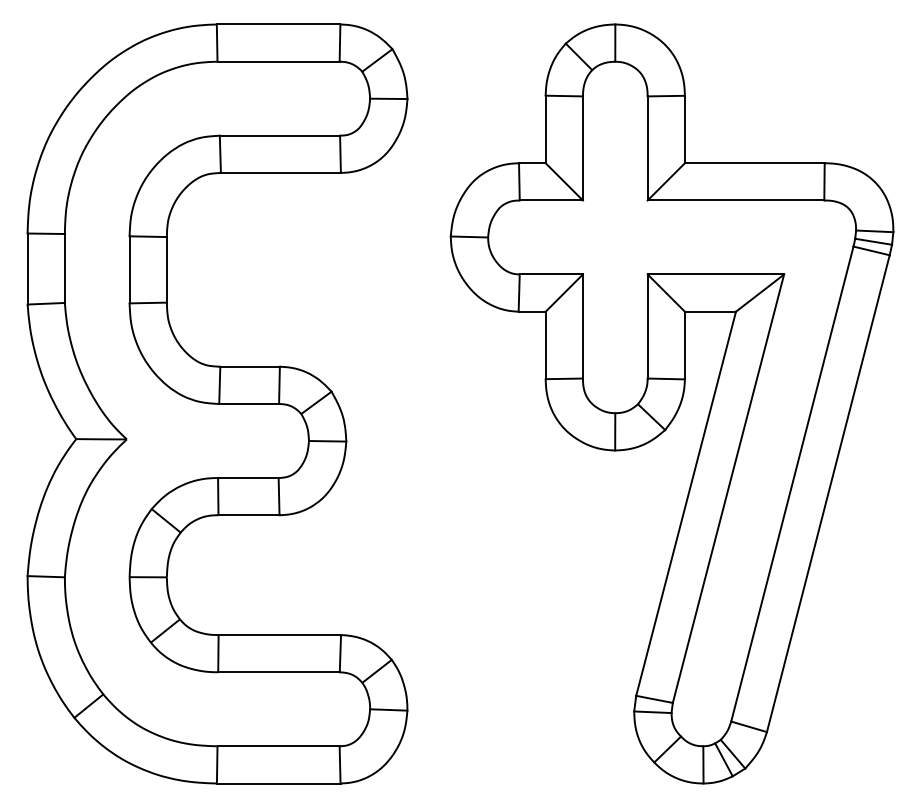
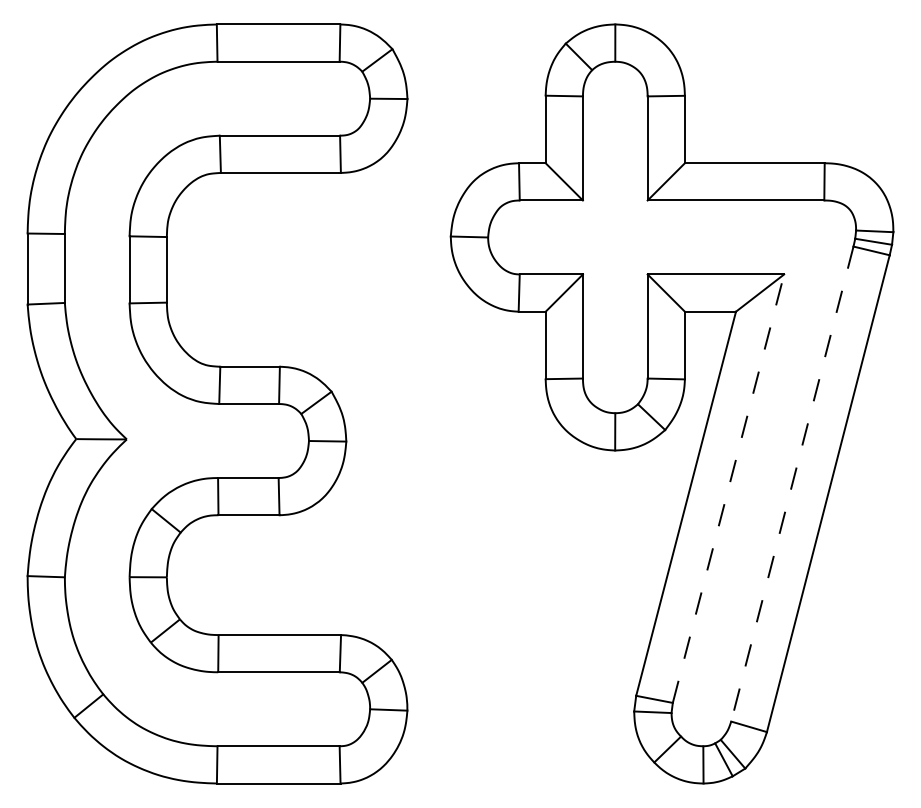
line at (792, 484): solid -> dashed
line at (728, 488): solid -> dashed
